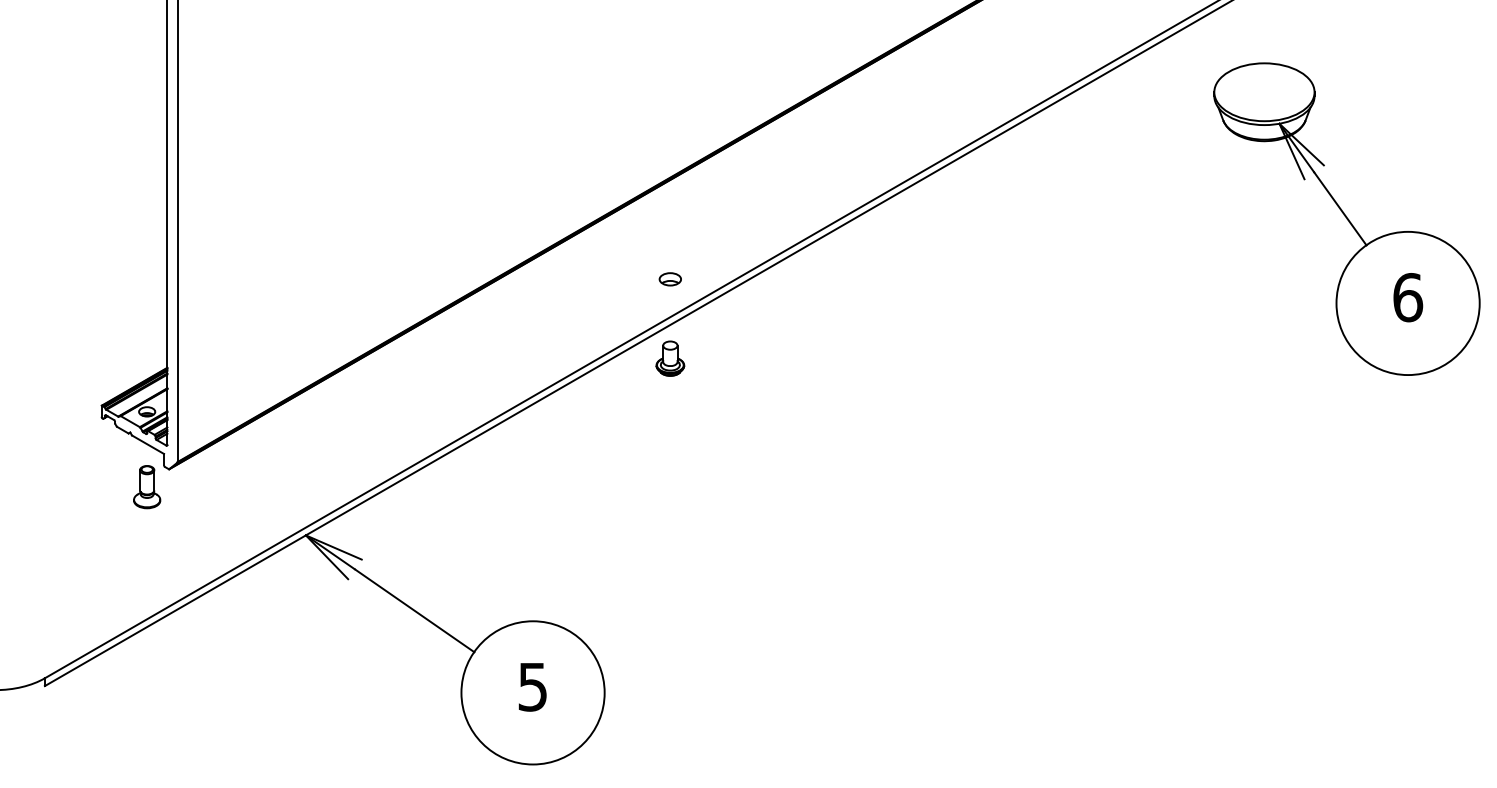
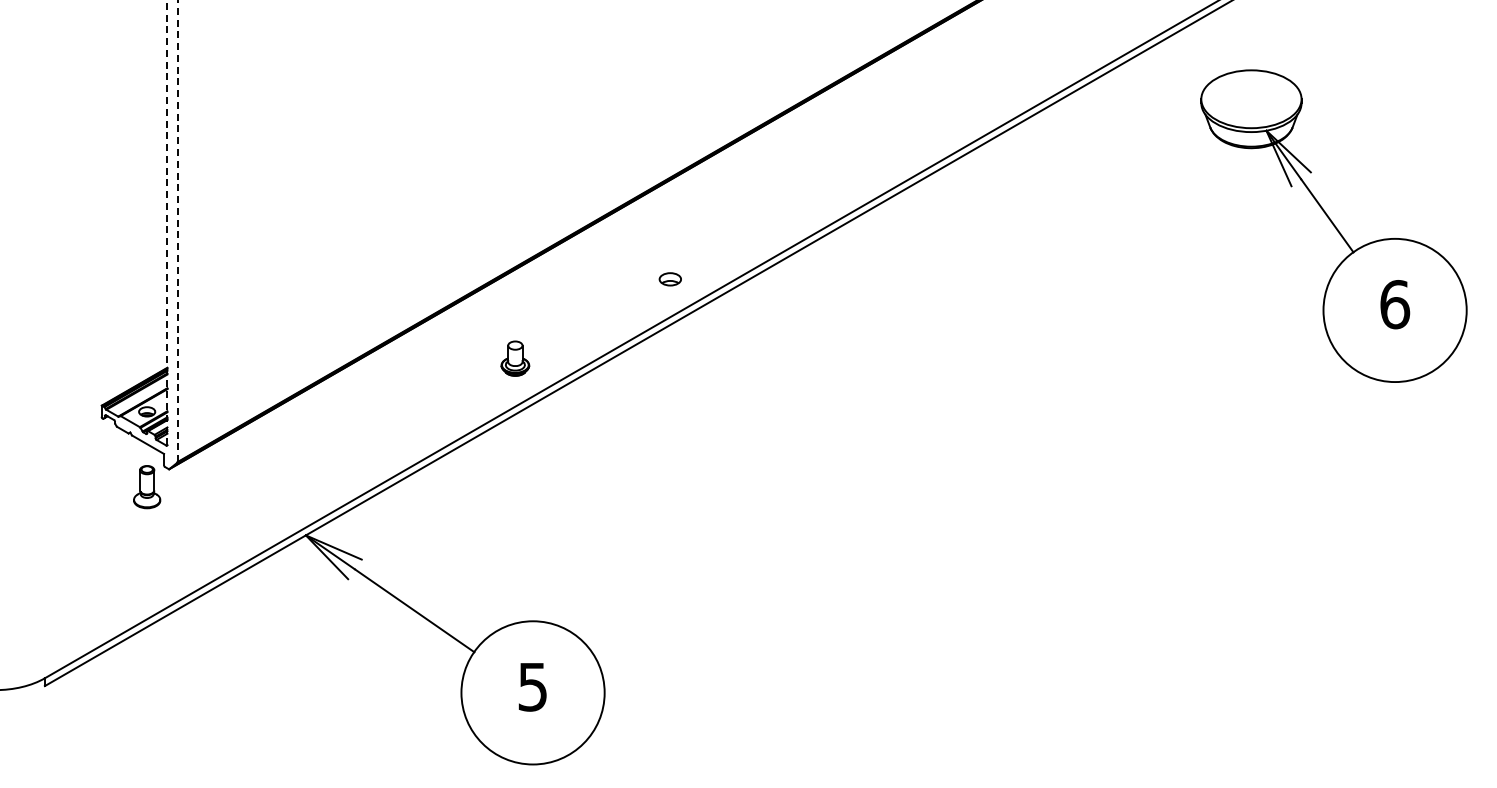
part at (1346, 218) position: (1346, 218) -> (1333, 225)
line at (167, 223): solid -> dashed
line at (177, 231): solid -> dashed
part at (670, 358) position: (670, 358) -> (515, 358)
